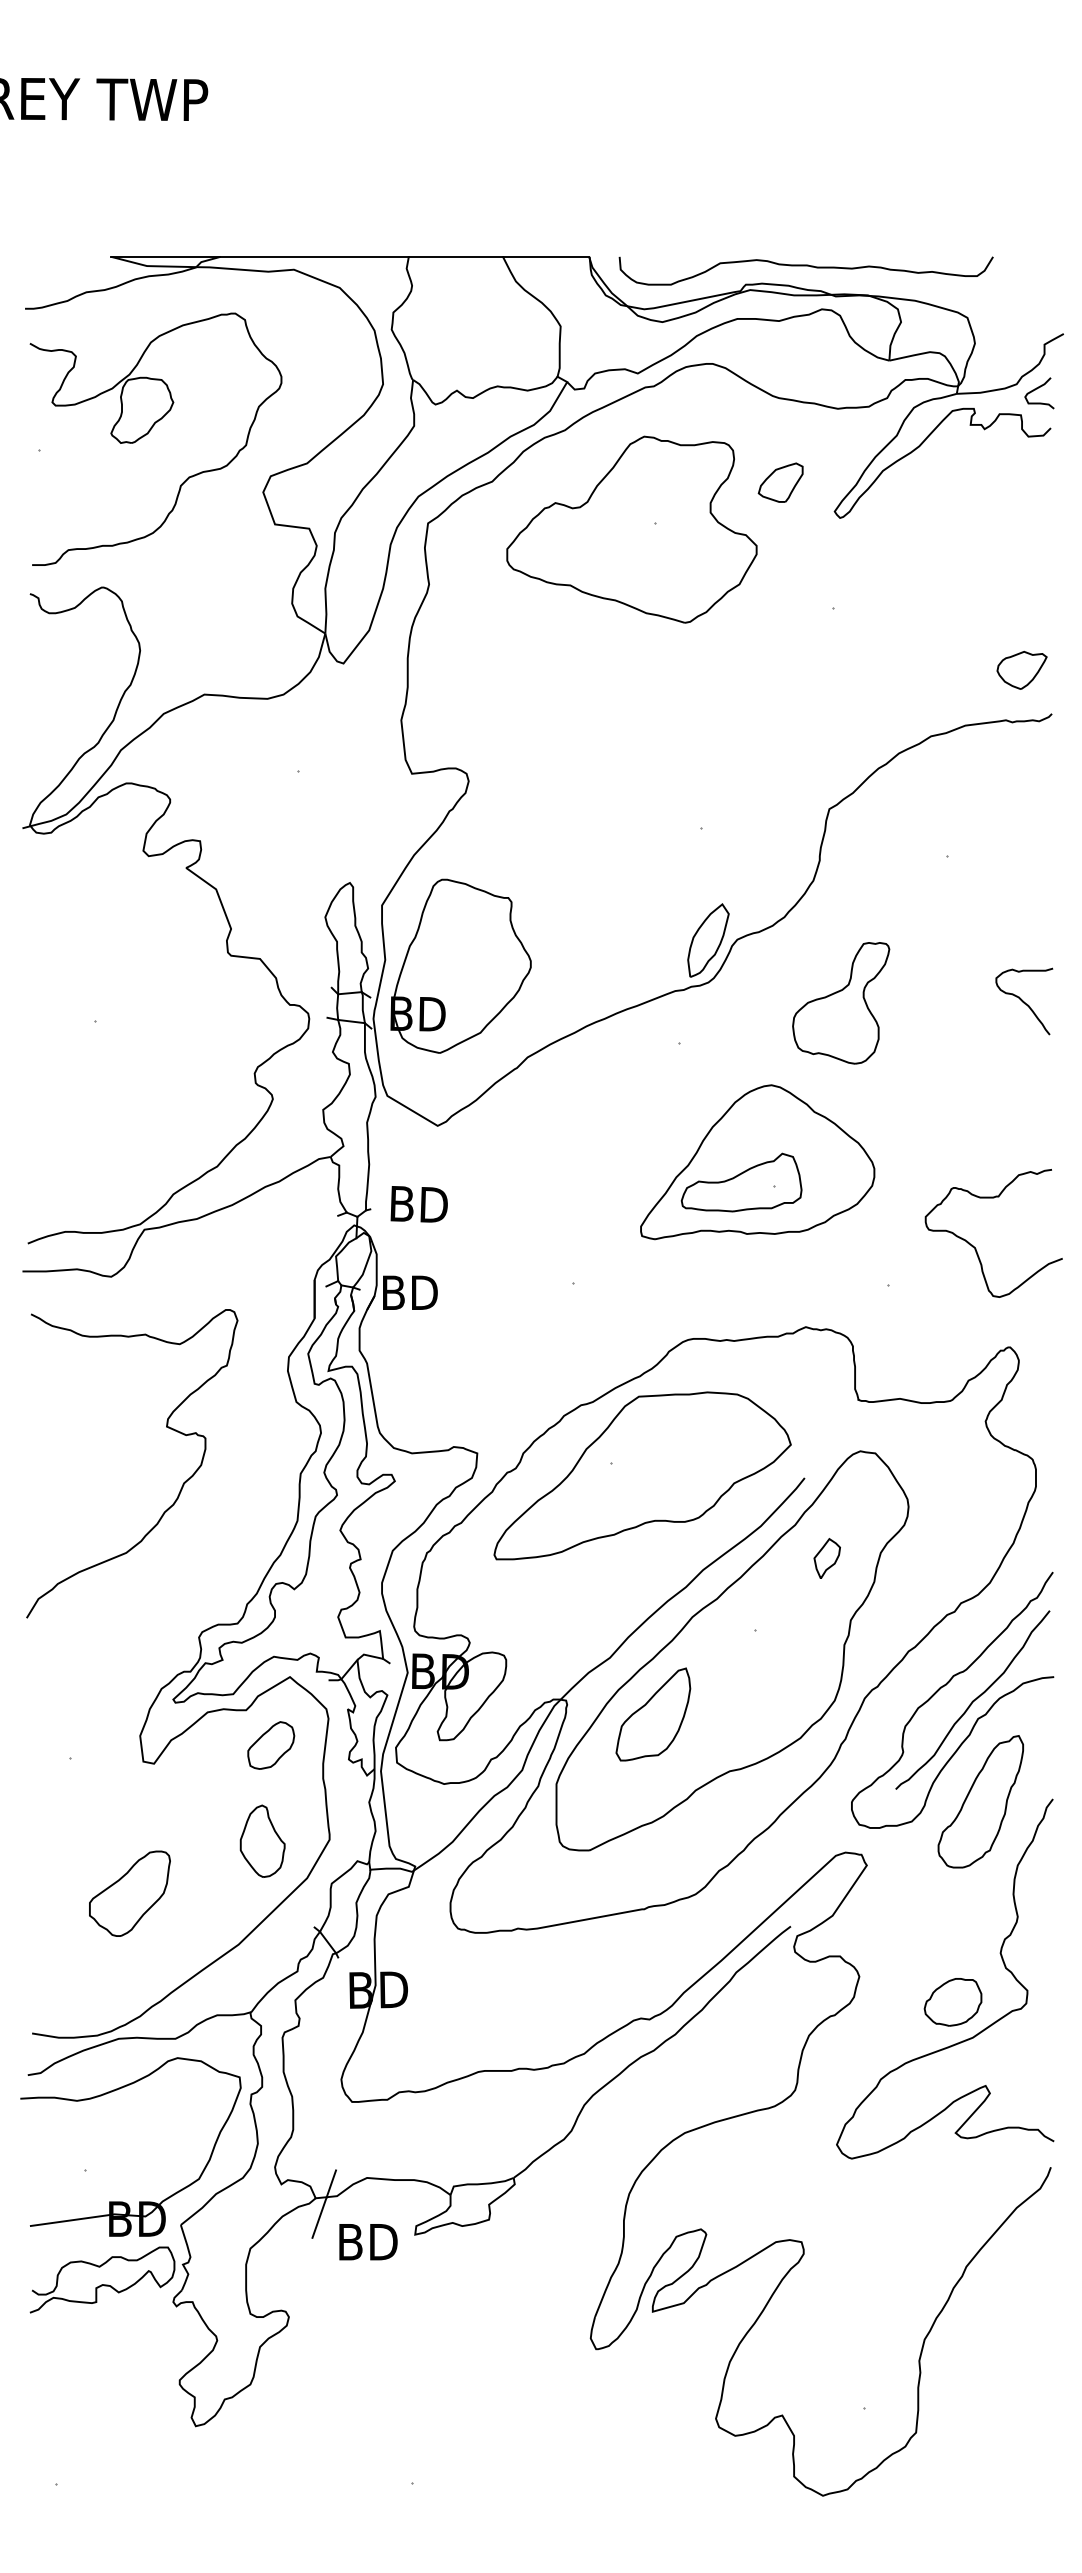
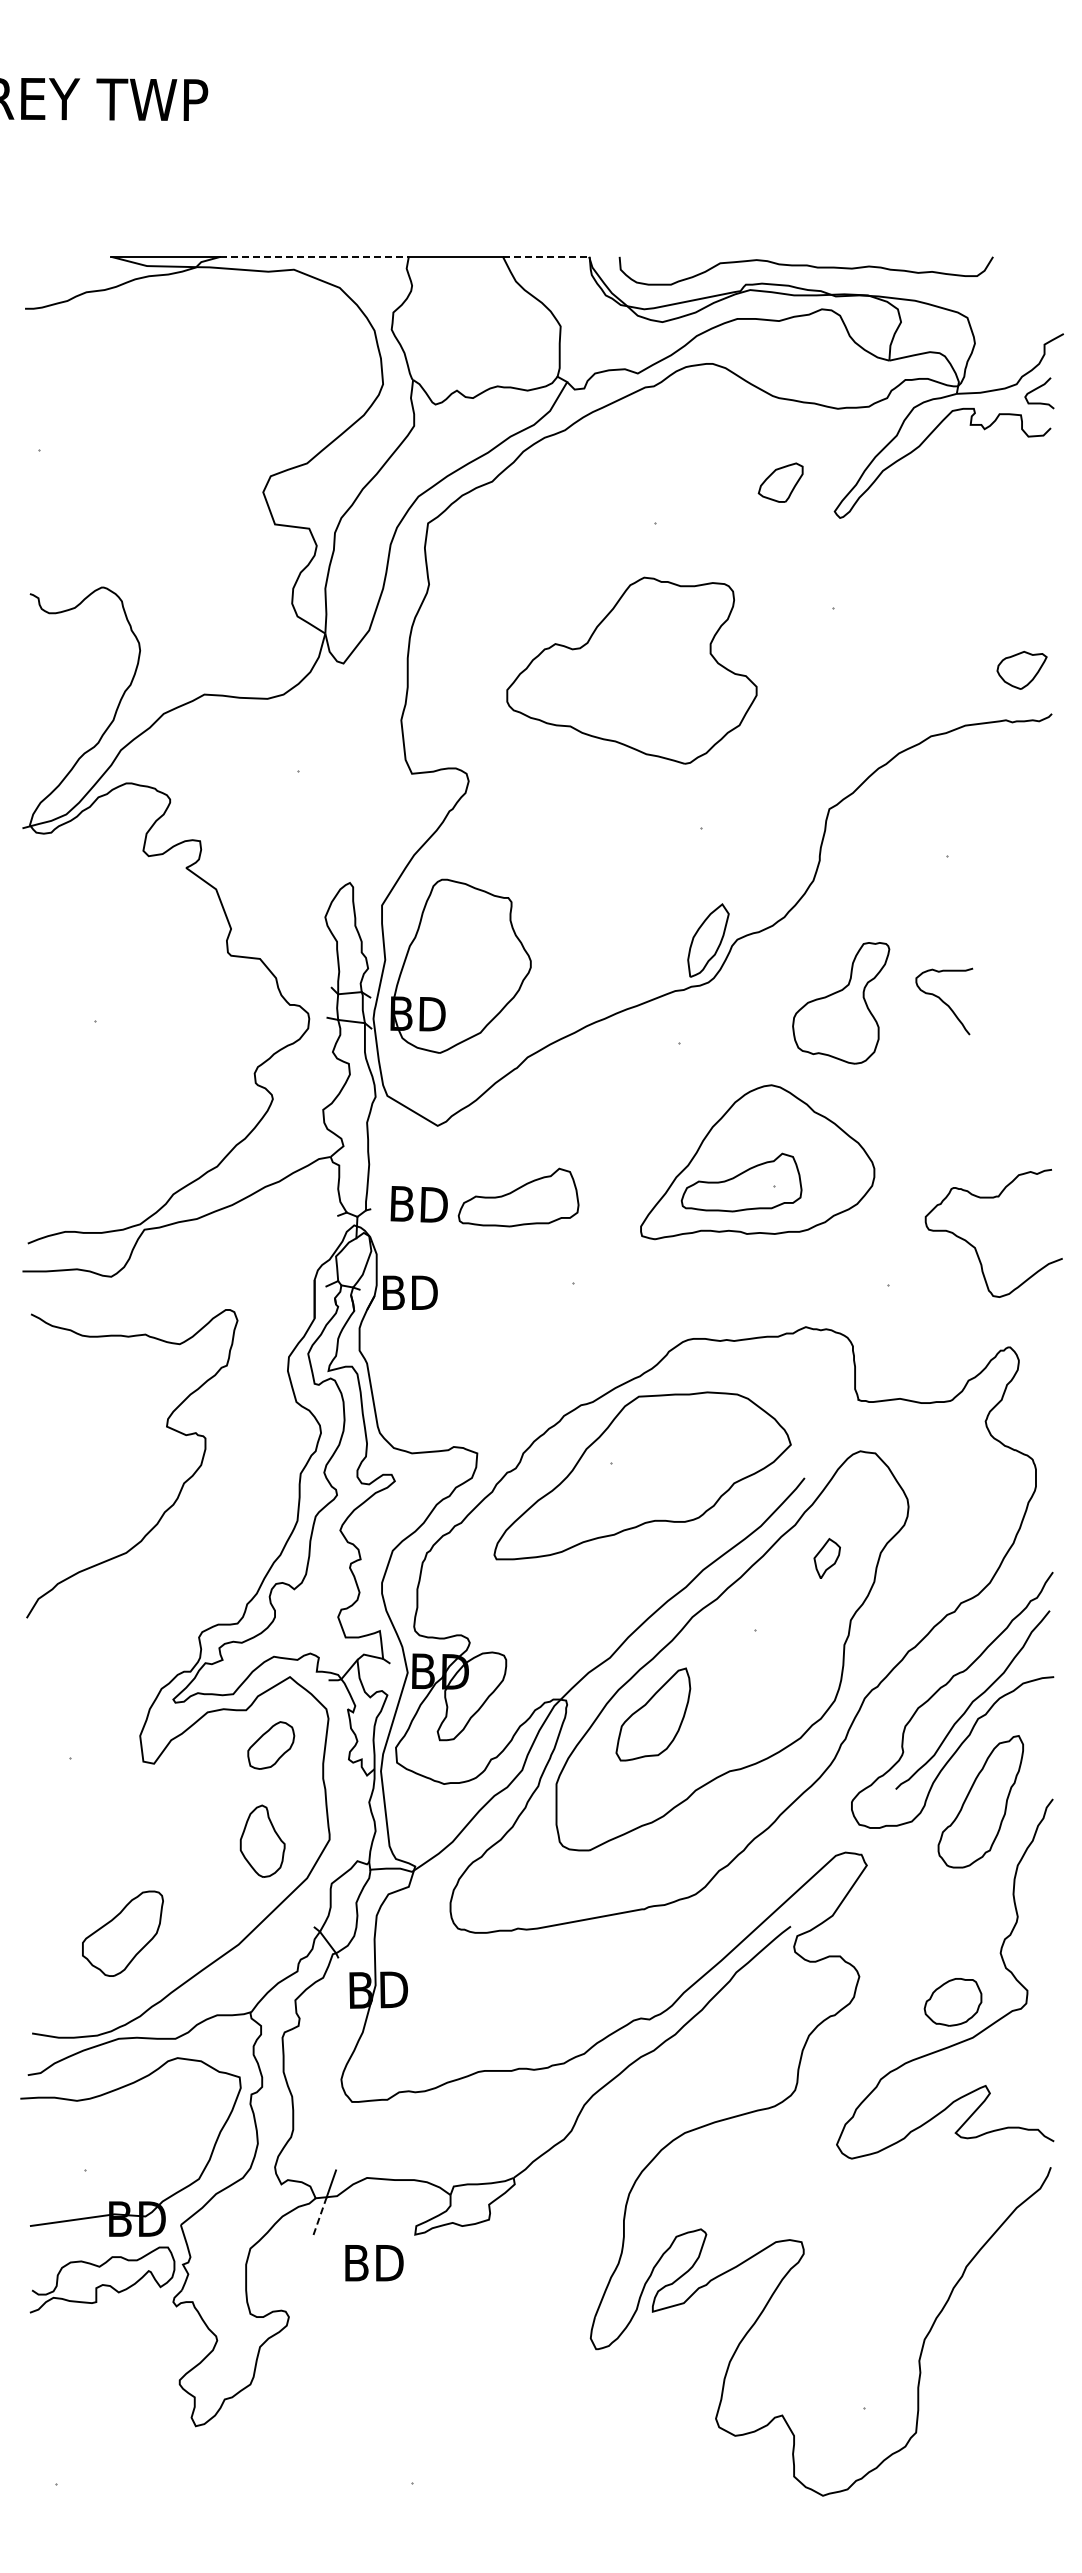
line at (315, 256): solid -> dashed
line at (546, 256): solid -> dashed
part at (149, 432): present -> none
part at (631, 529) position: (631, 529) -> (631, 670)
curve at (1024, 1001) position: (1024, 1001) -> (944, 1001)
part at (518, 1197): none -> present
part at (129, 1893) position: (129, 1893) -> (122, 1933)
line at (319, 2217): solid -> dashed
text at (368, 2242) position: (368, 2242) -> (374, 2263)
